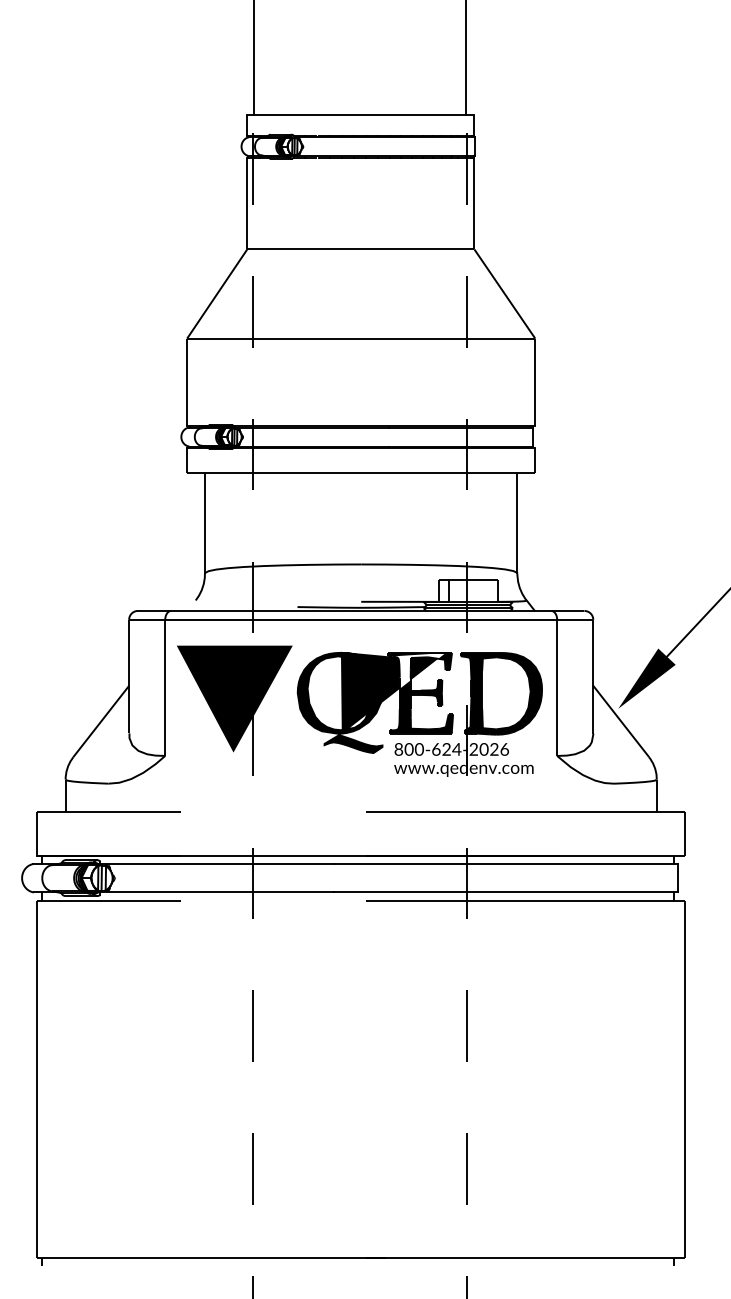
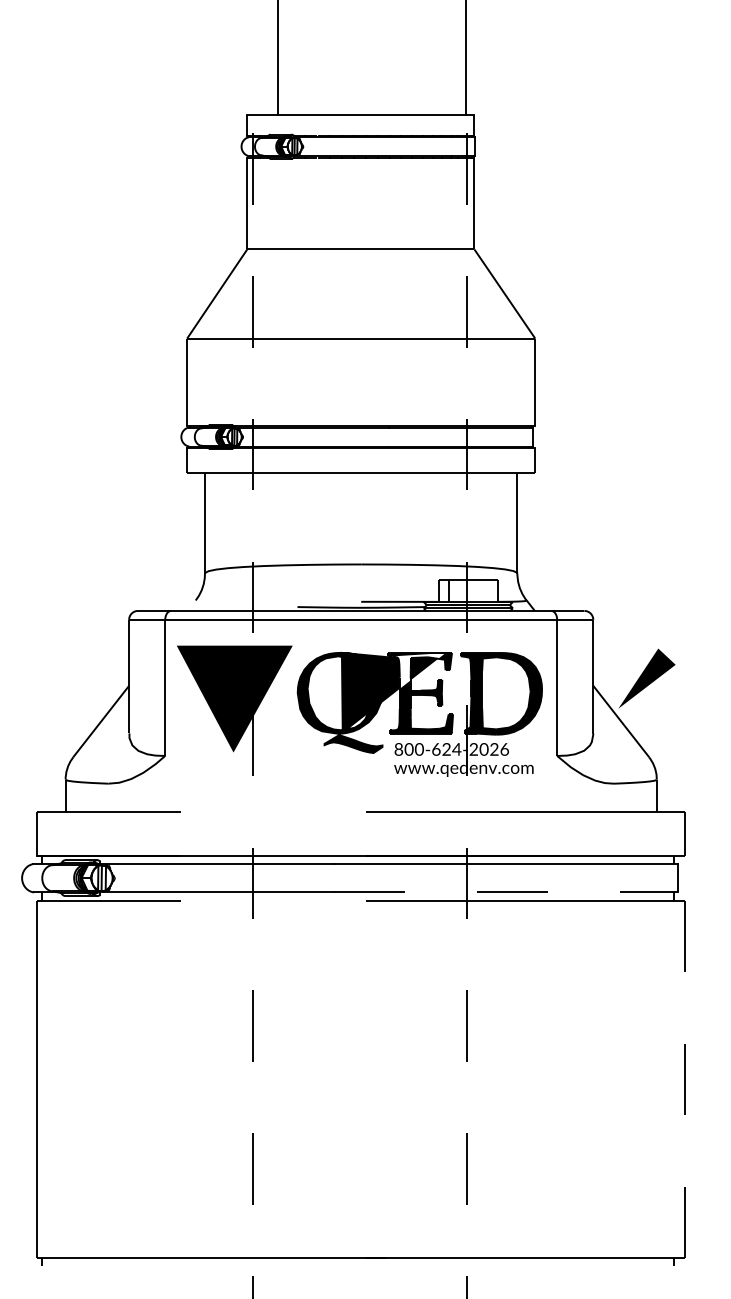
line at (253, 58) position: (253, 58) -> (277, 58)
line at (697, 623): present -> none
line at (506, 892): solid -> dashed
line at (685, 1079): solid -> dashed
